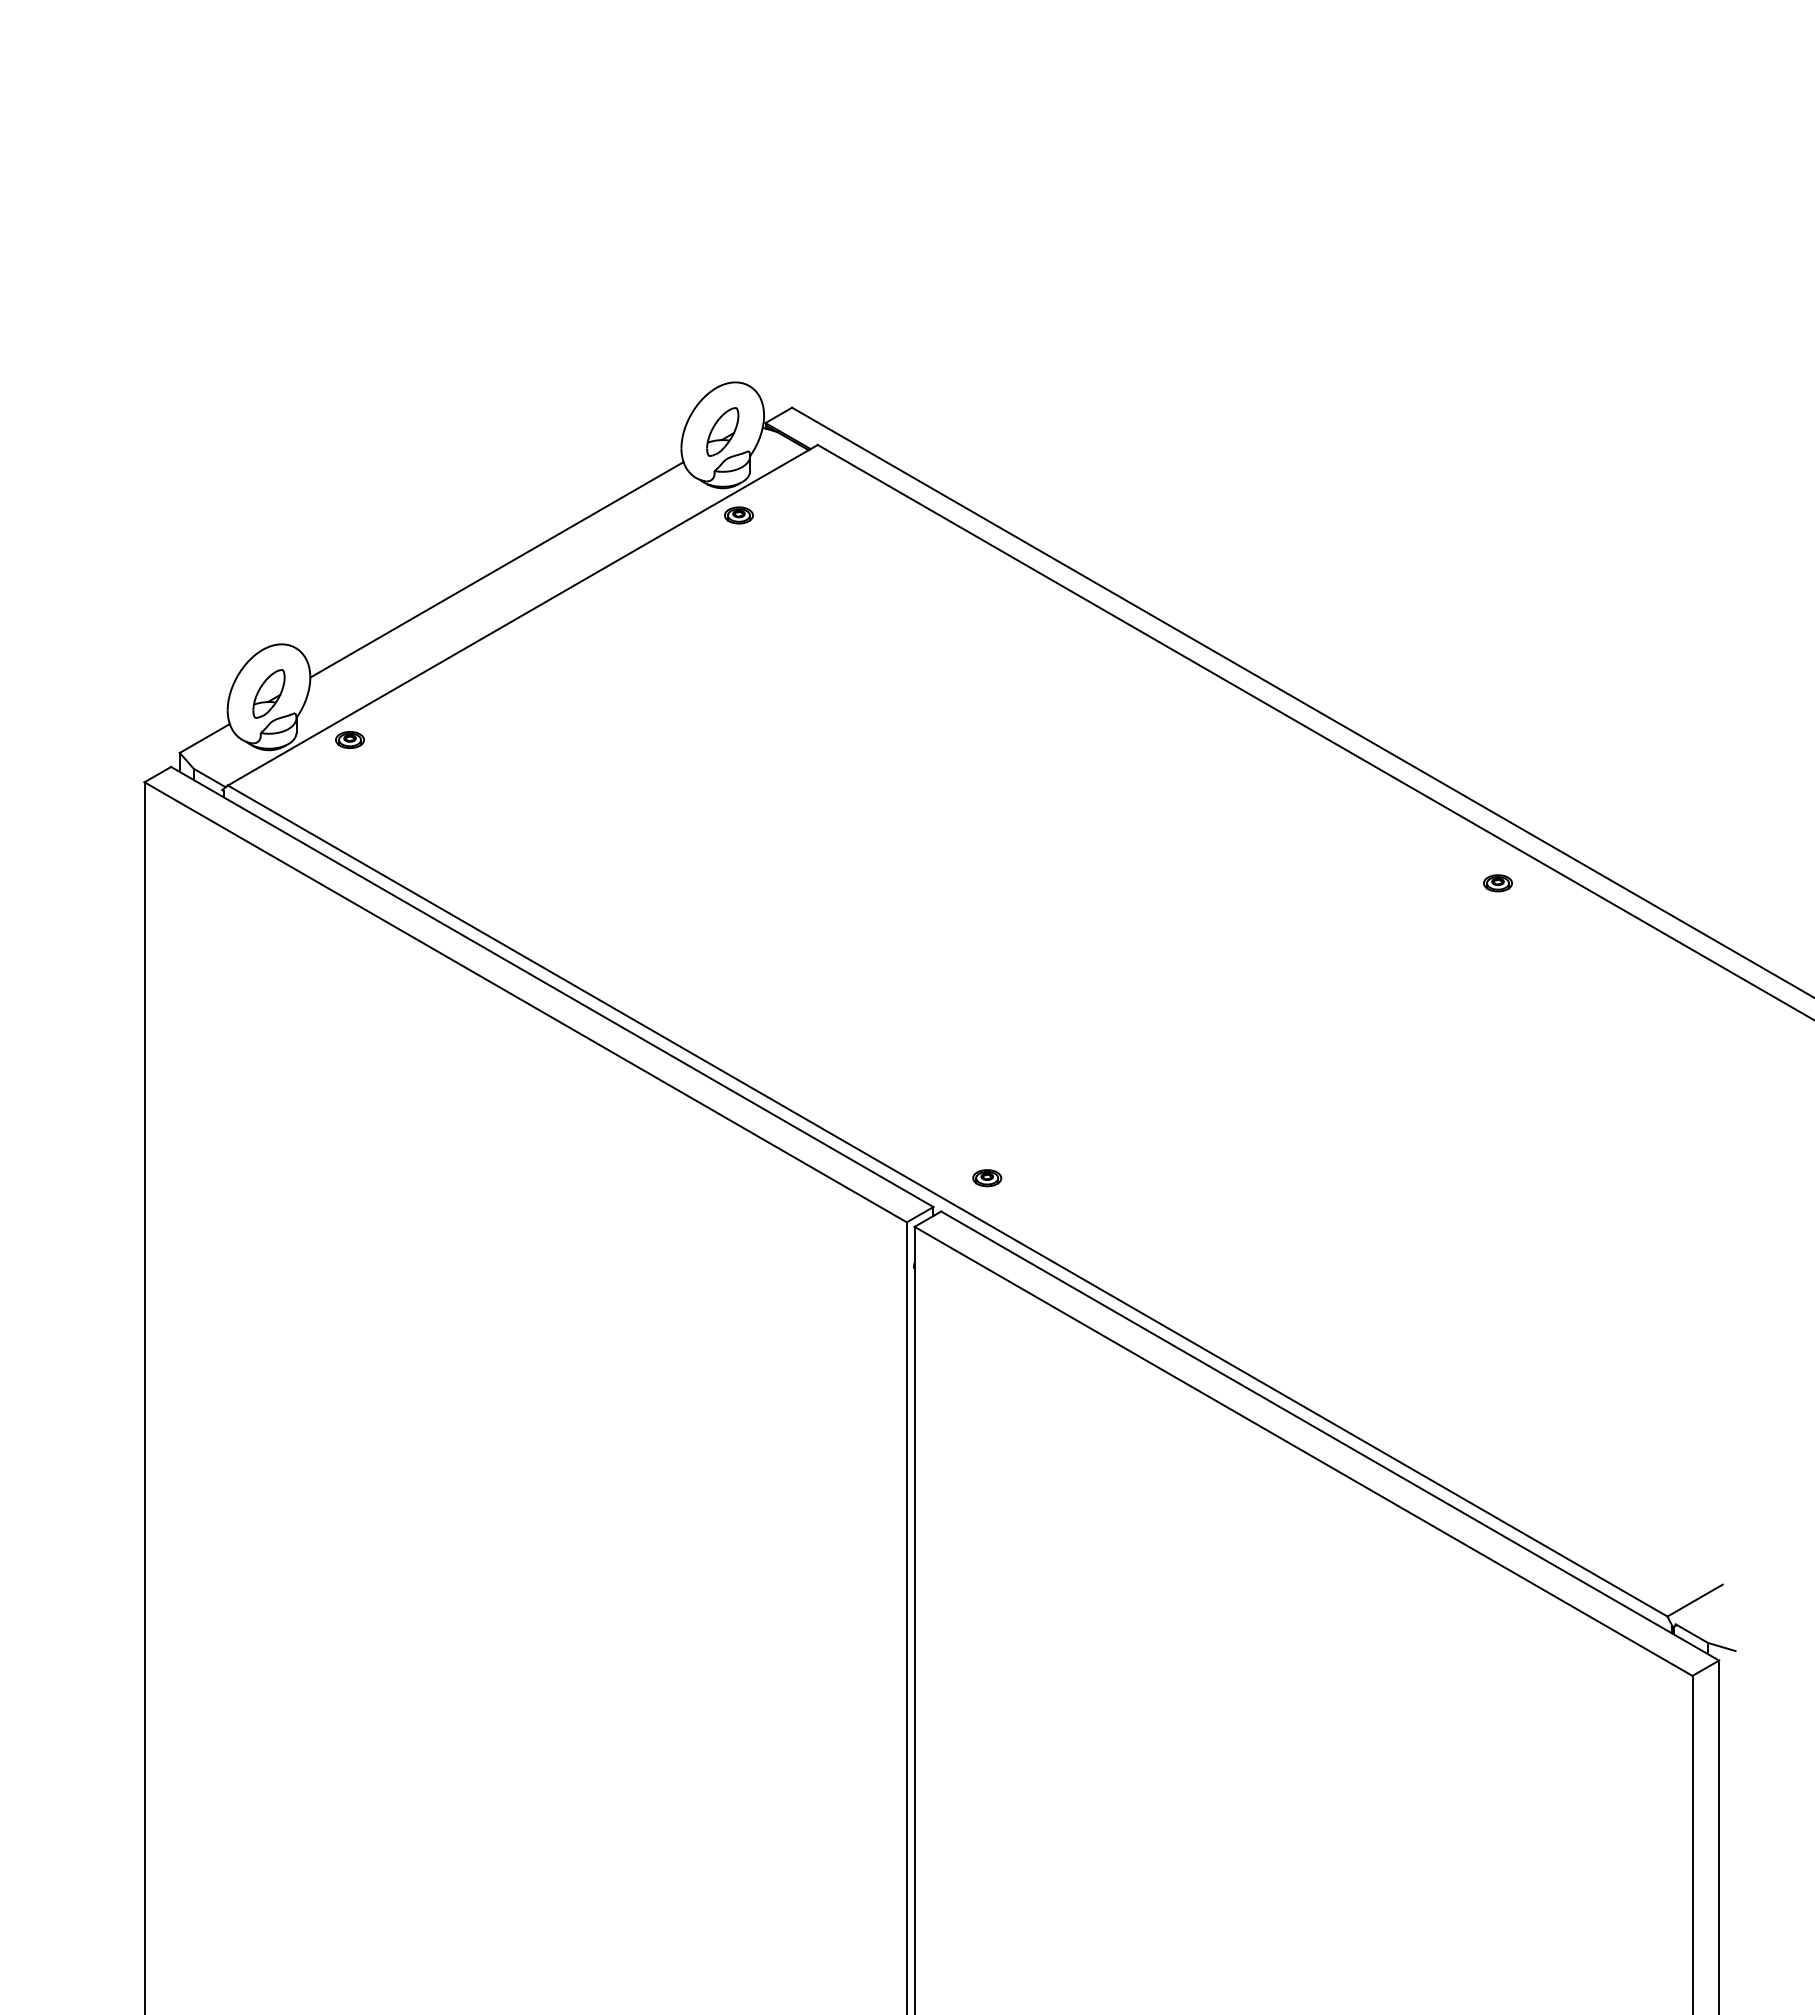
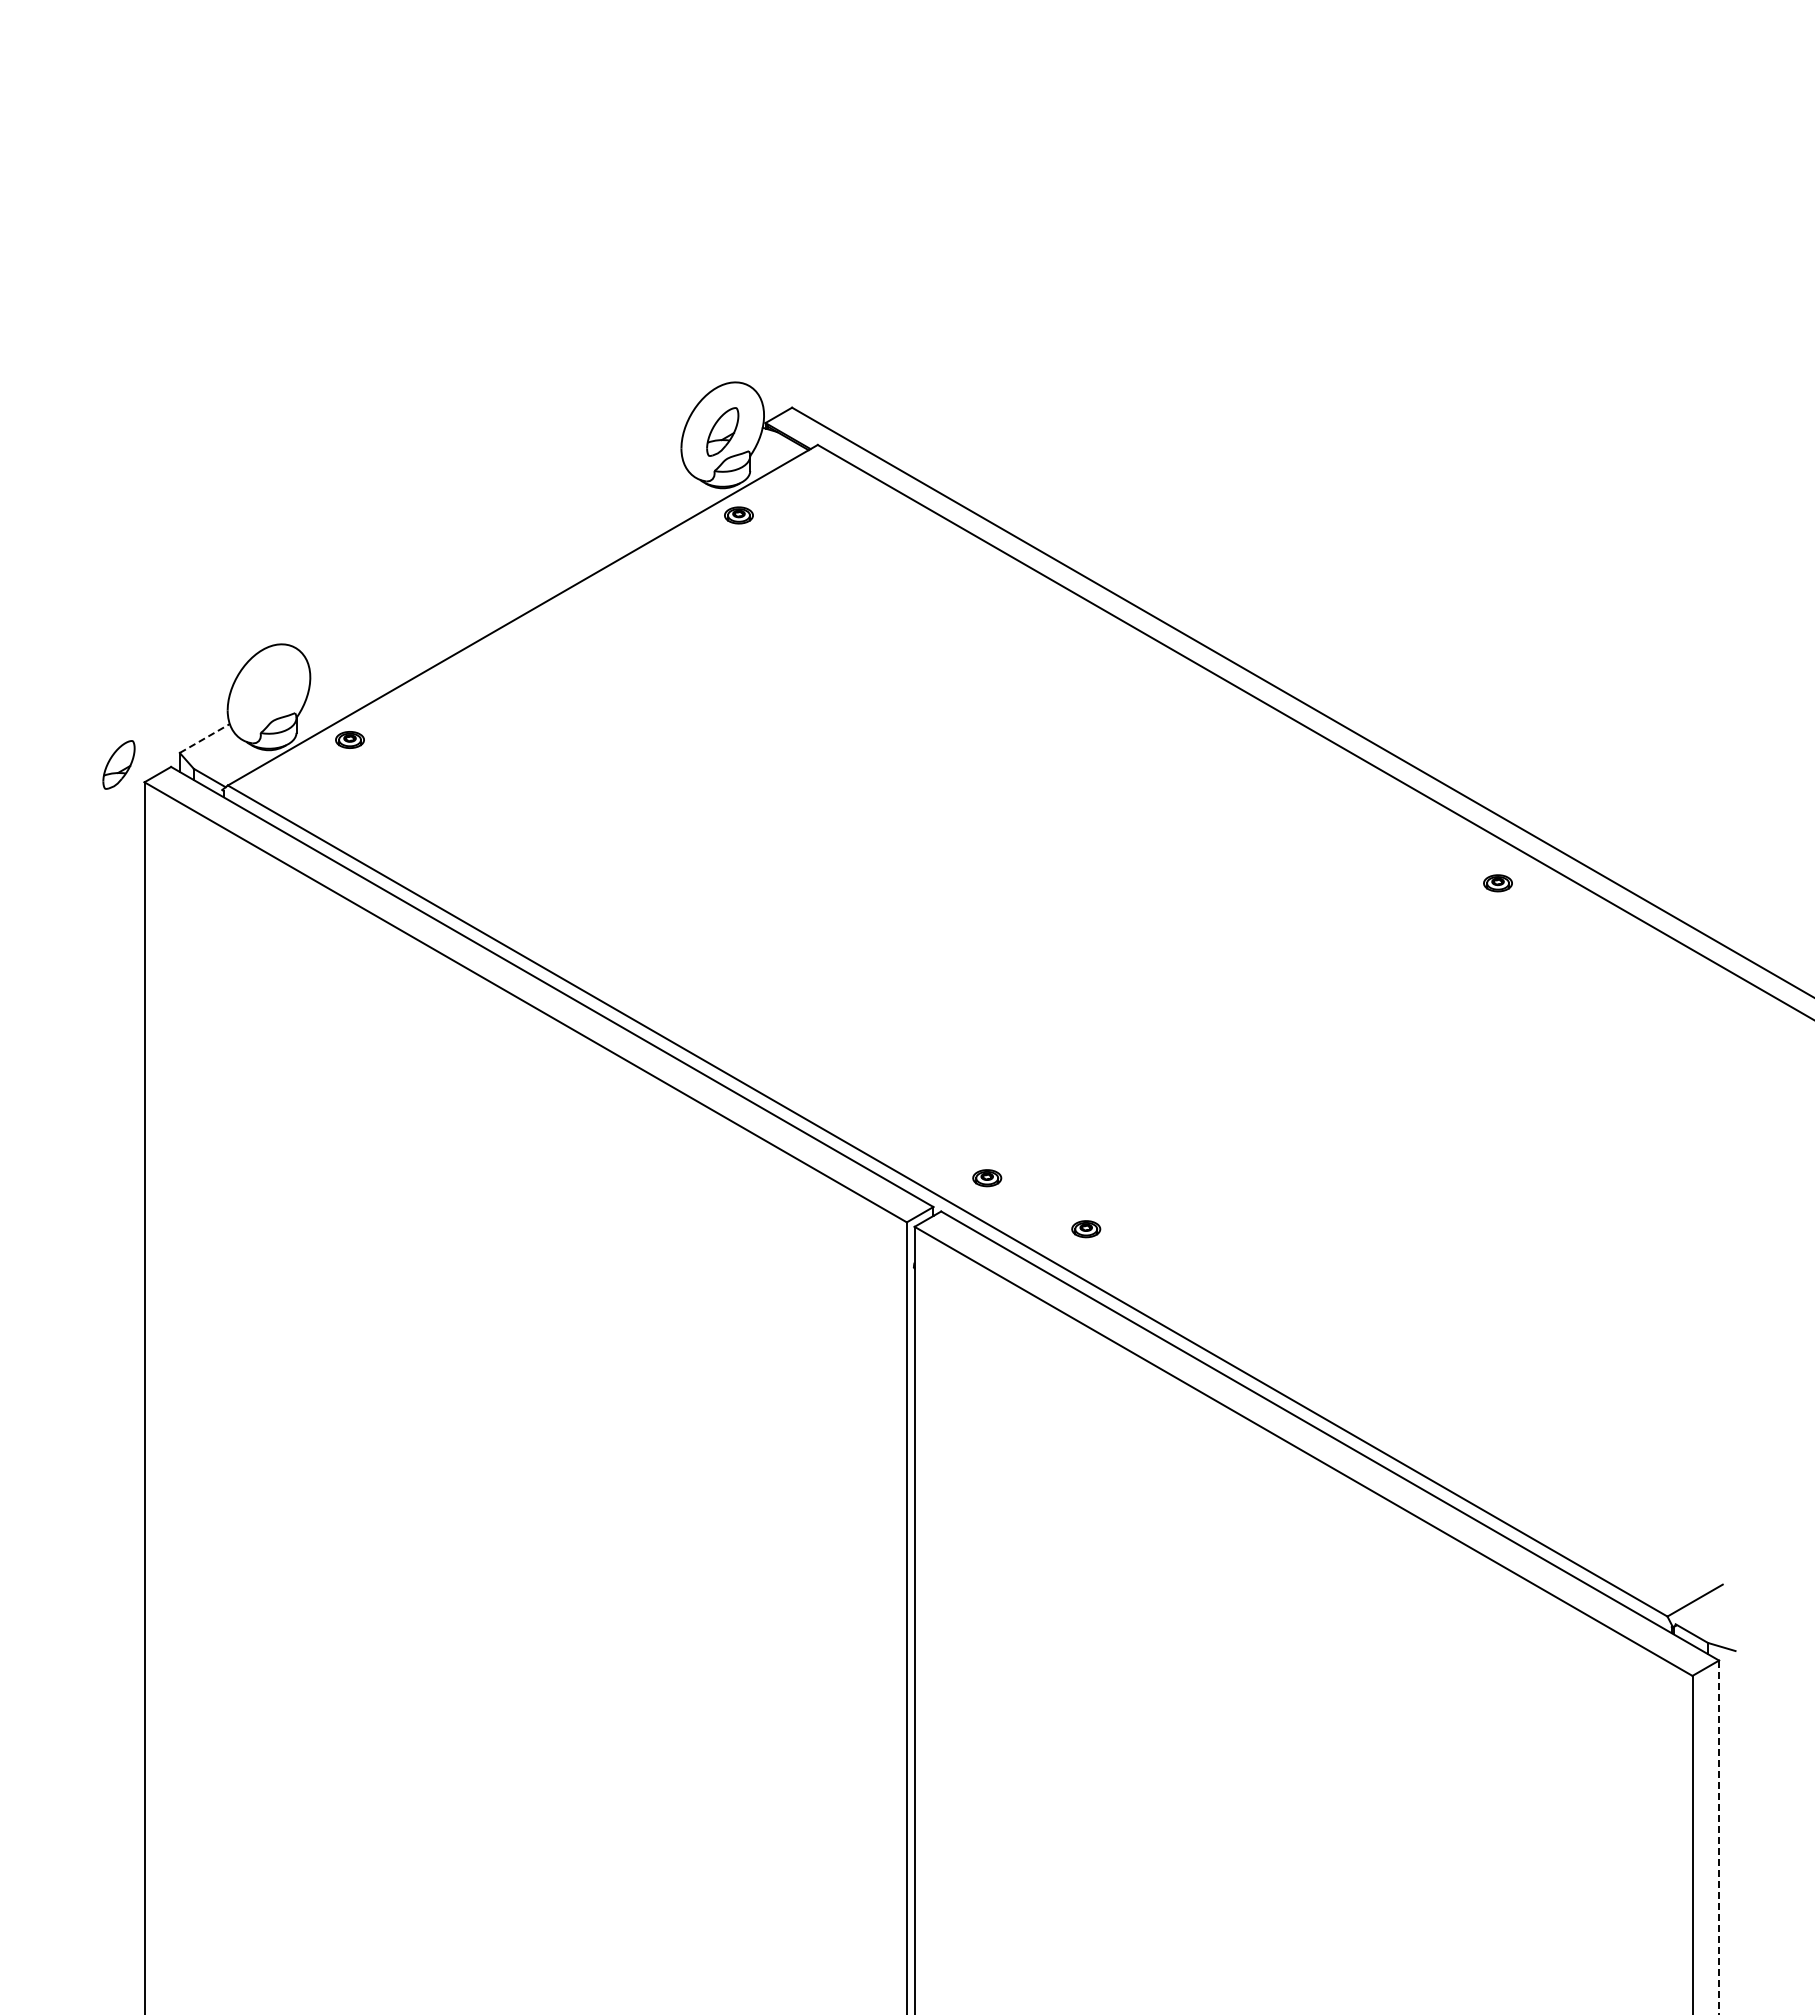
line at (496, 569): present -> none
part at (268, 693) position: (268, 693) -> (118, 764)
line at (204, 738): solid -> dashed
part at (1086, 1229): none -> present
line at (1719, 1837): solid -> dashed
